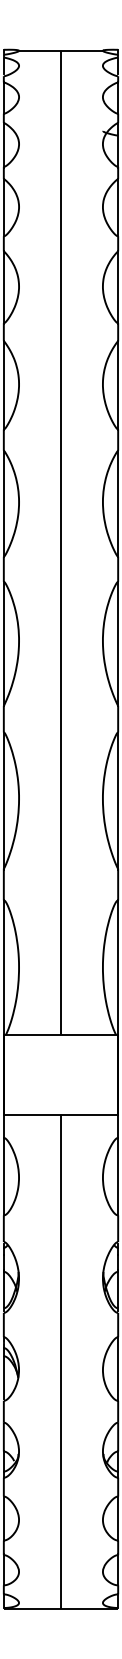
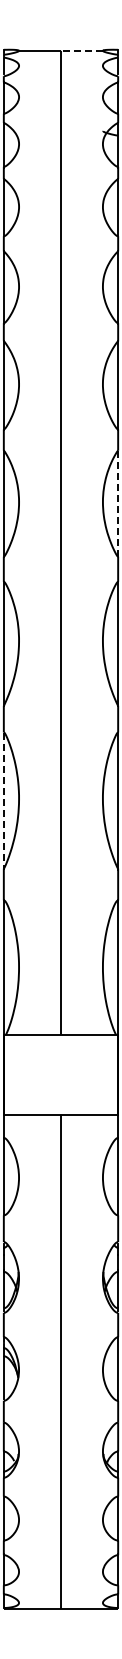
line at (82, 50): solid -> dashed
line at (118, 504): solid -> dashed
line at (3, 801): solid -> dashed
